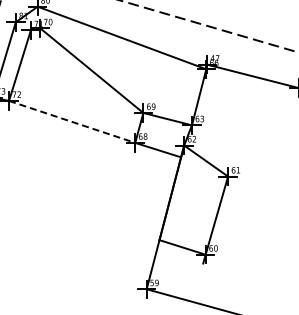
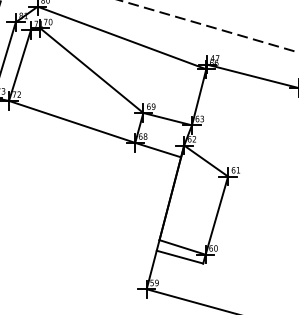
line at (72, 122): dashed -> solid
line at (179, 256): none -> present
